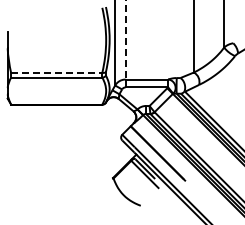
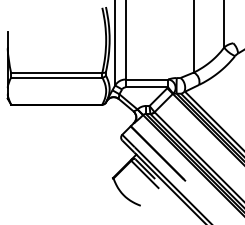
line at (125, 39): dashed -> solid
line at (56, 72): dashed -> solid
